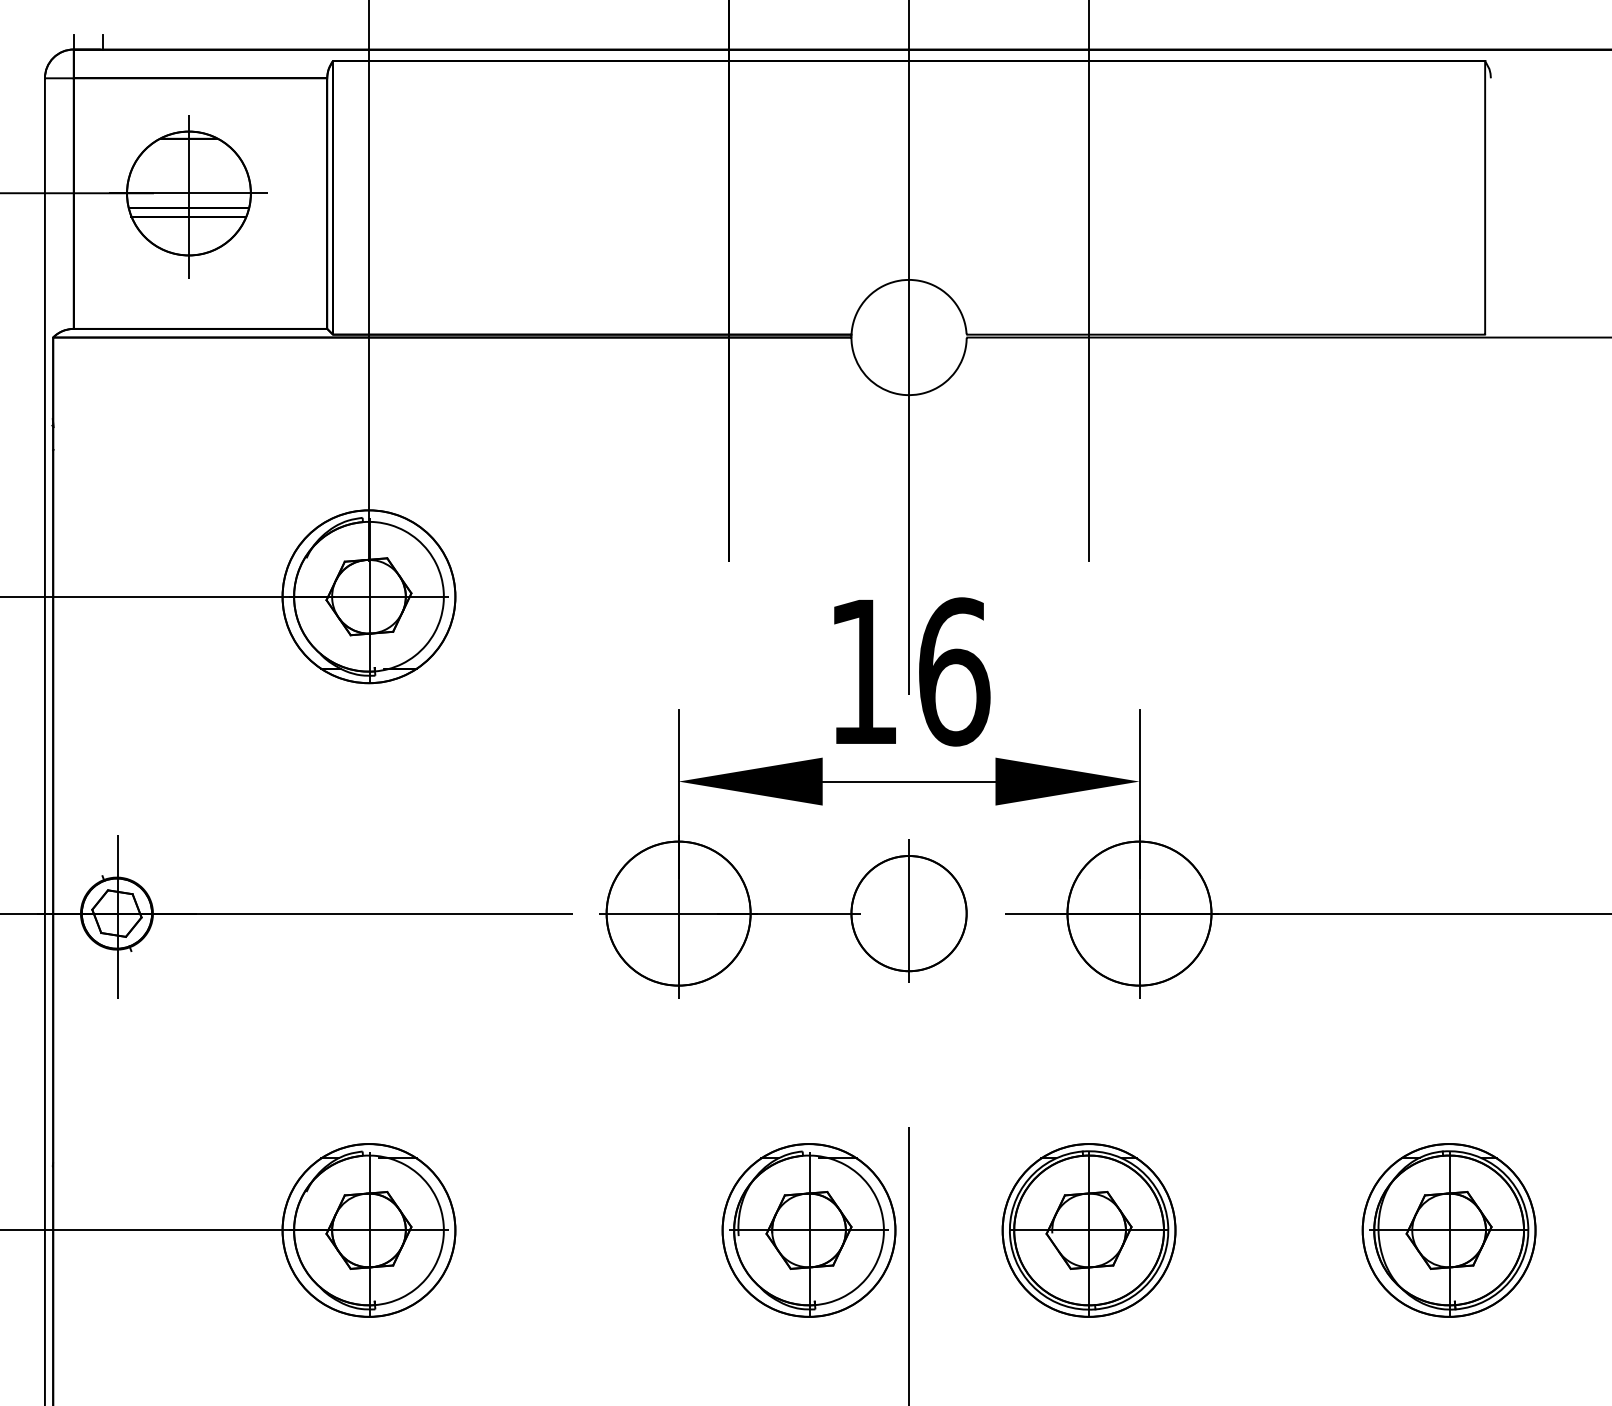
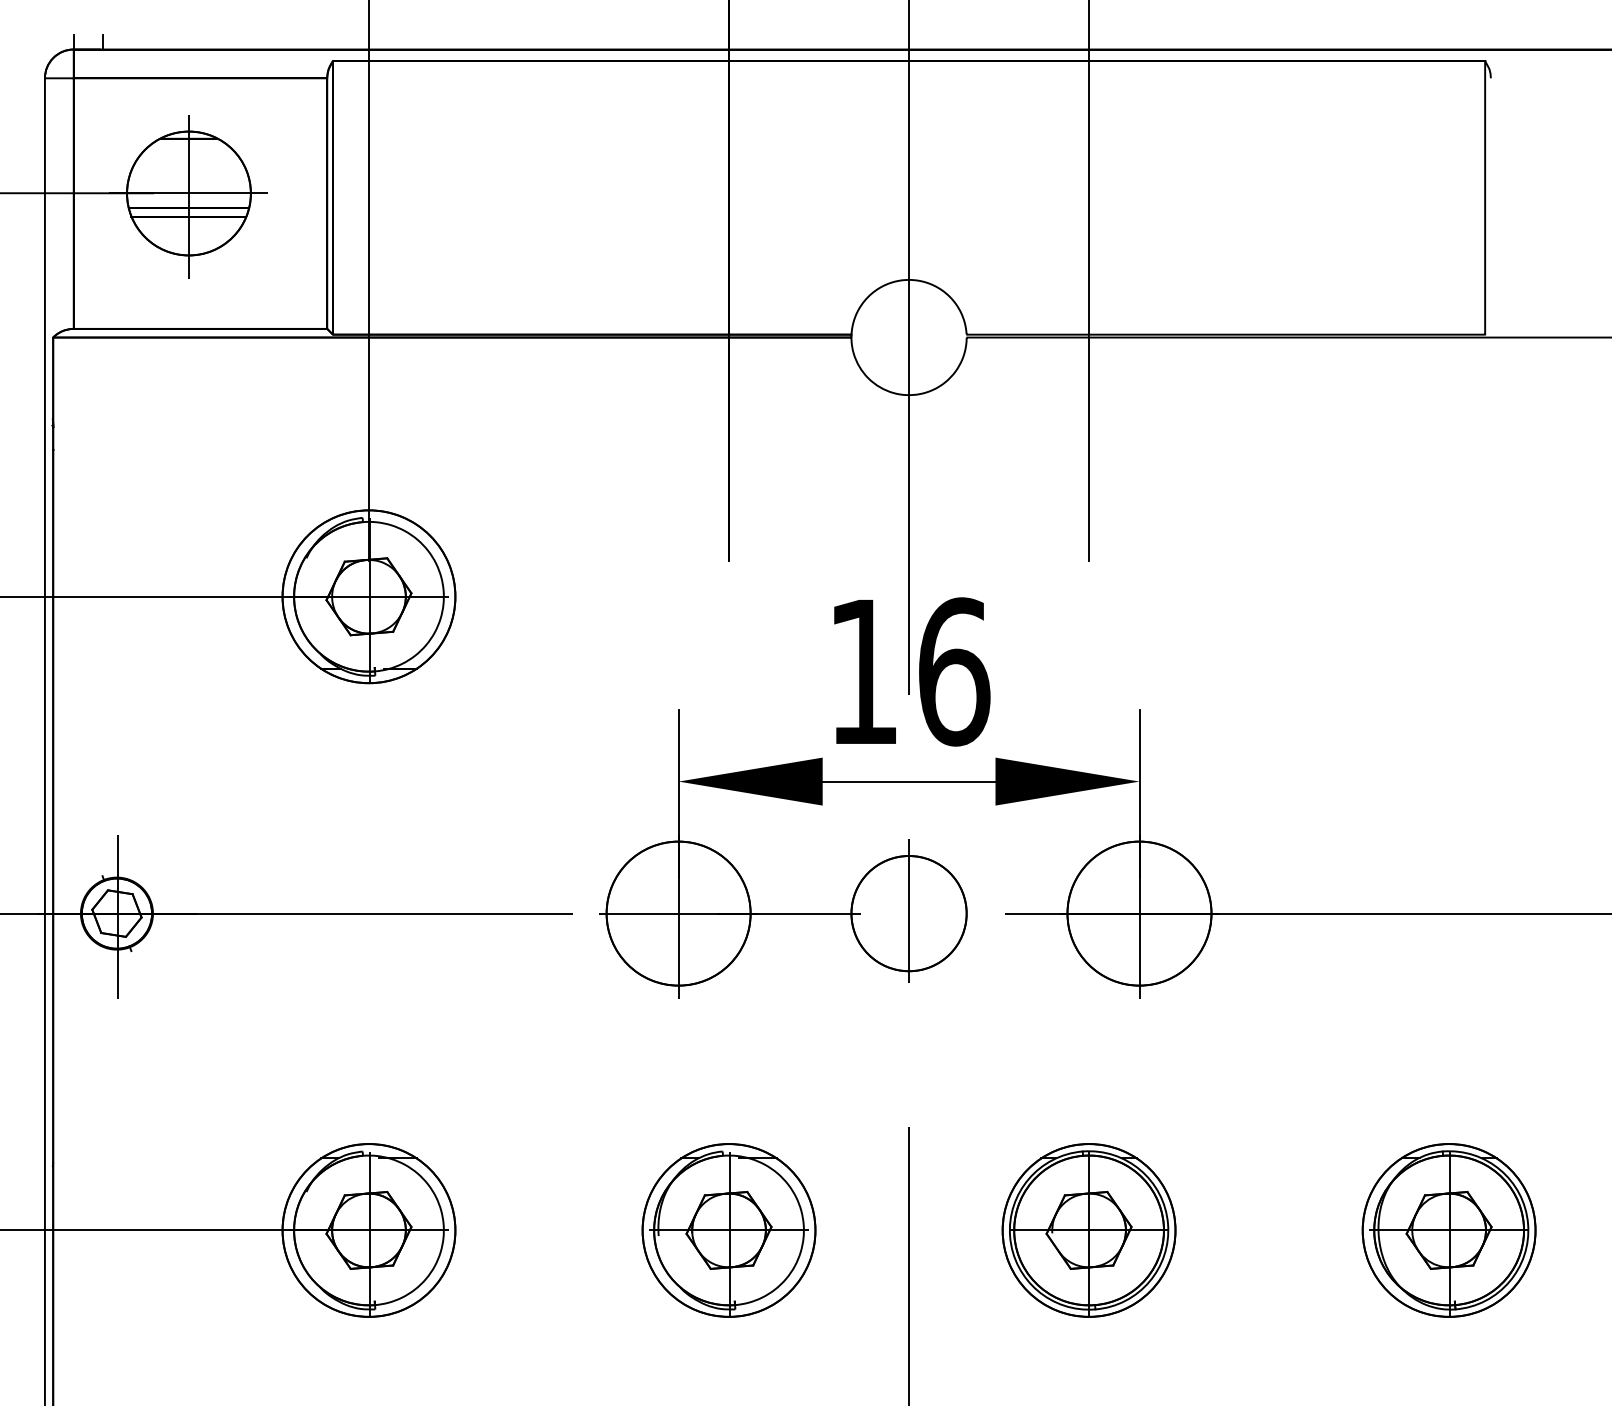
part at (808, 1230) position: (808, 1230) -> (728, 1230)
